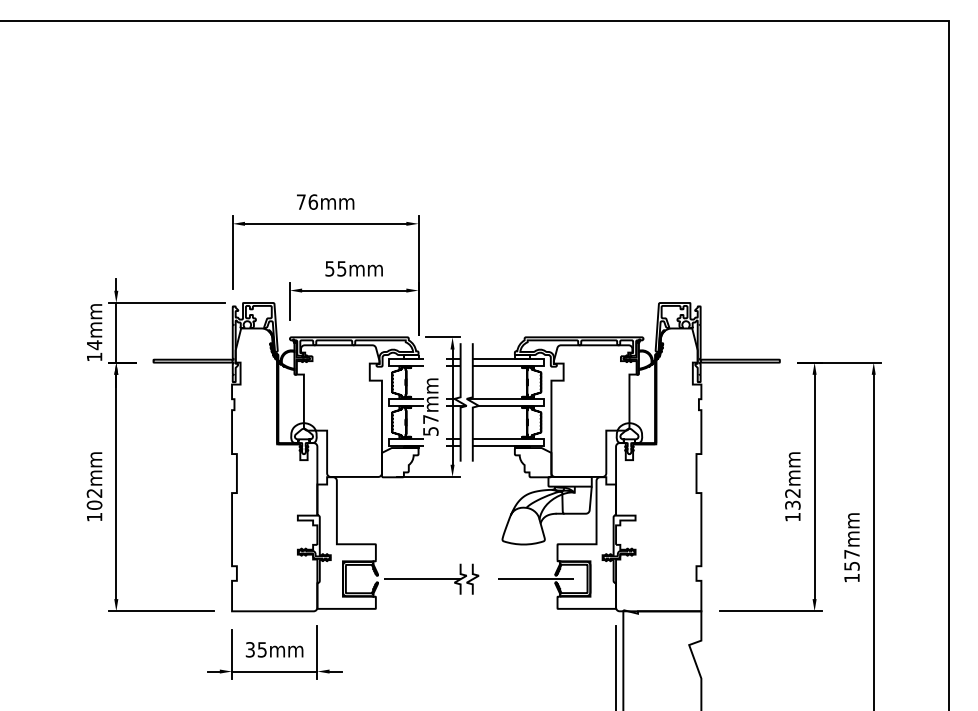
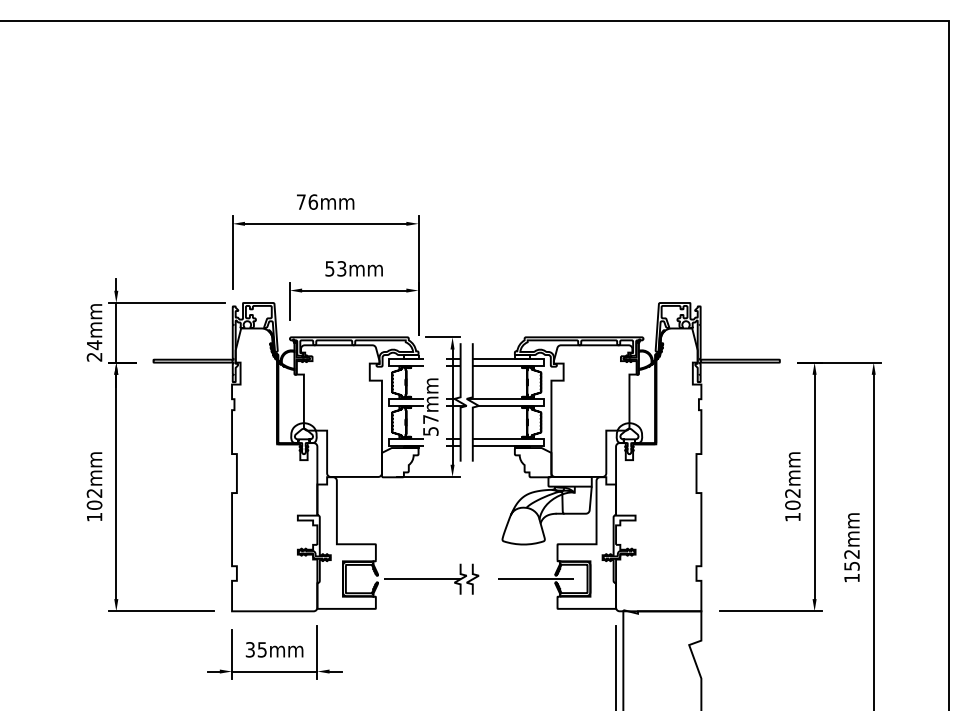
text at (341, 268): 55mm -> 53mm
text at (94, 356): 14mm -> 24mm
text at (792, 504): 132mm -> 102mm
text at (851, 554): 157mm -> 152mm
